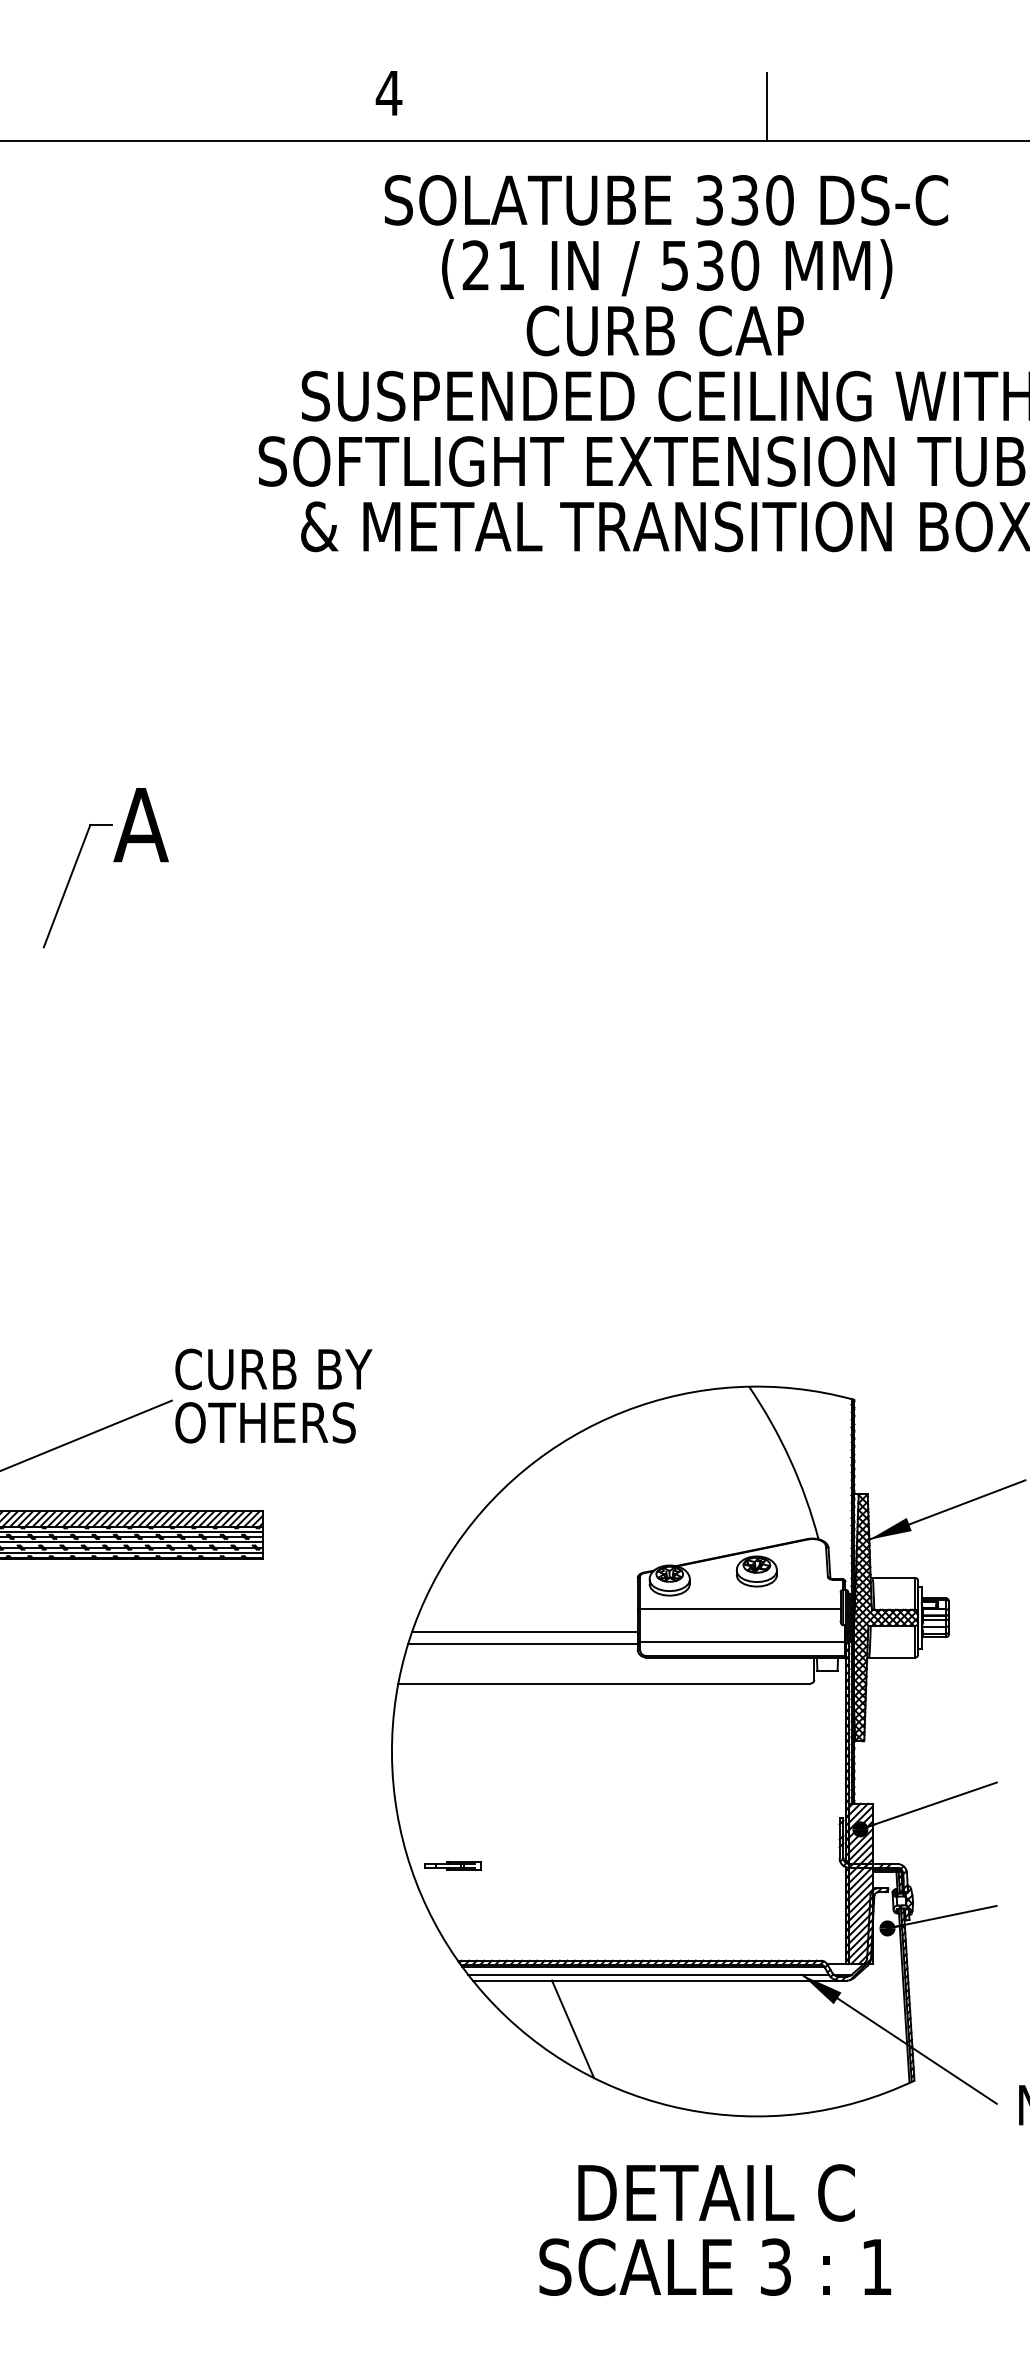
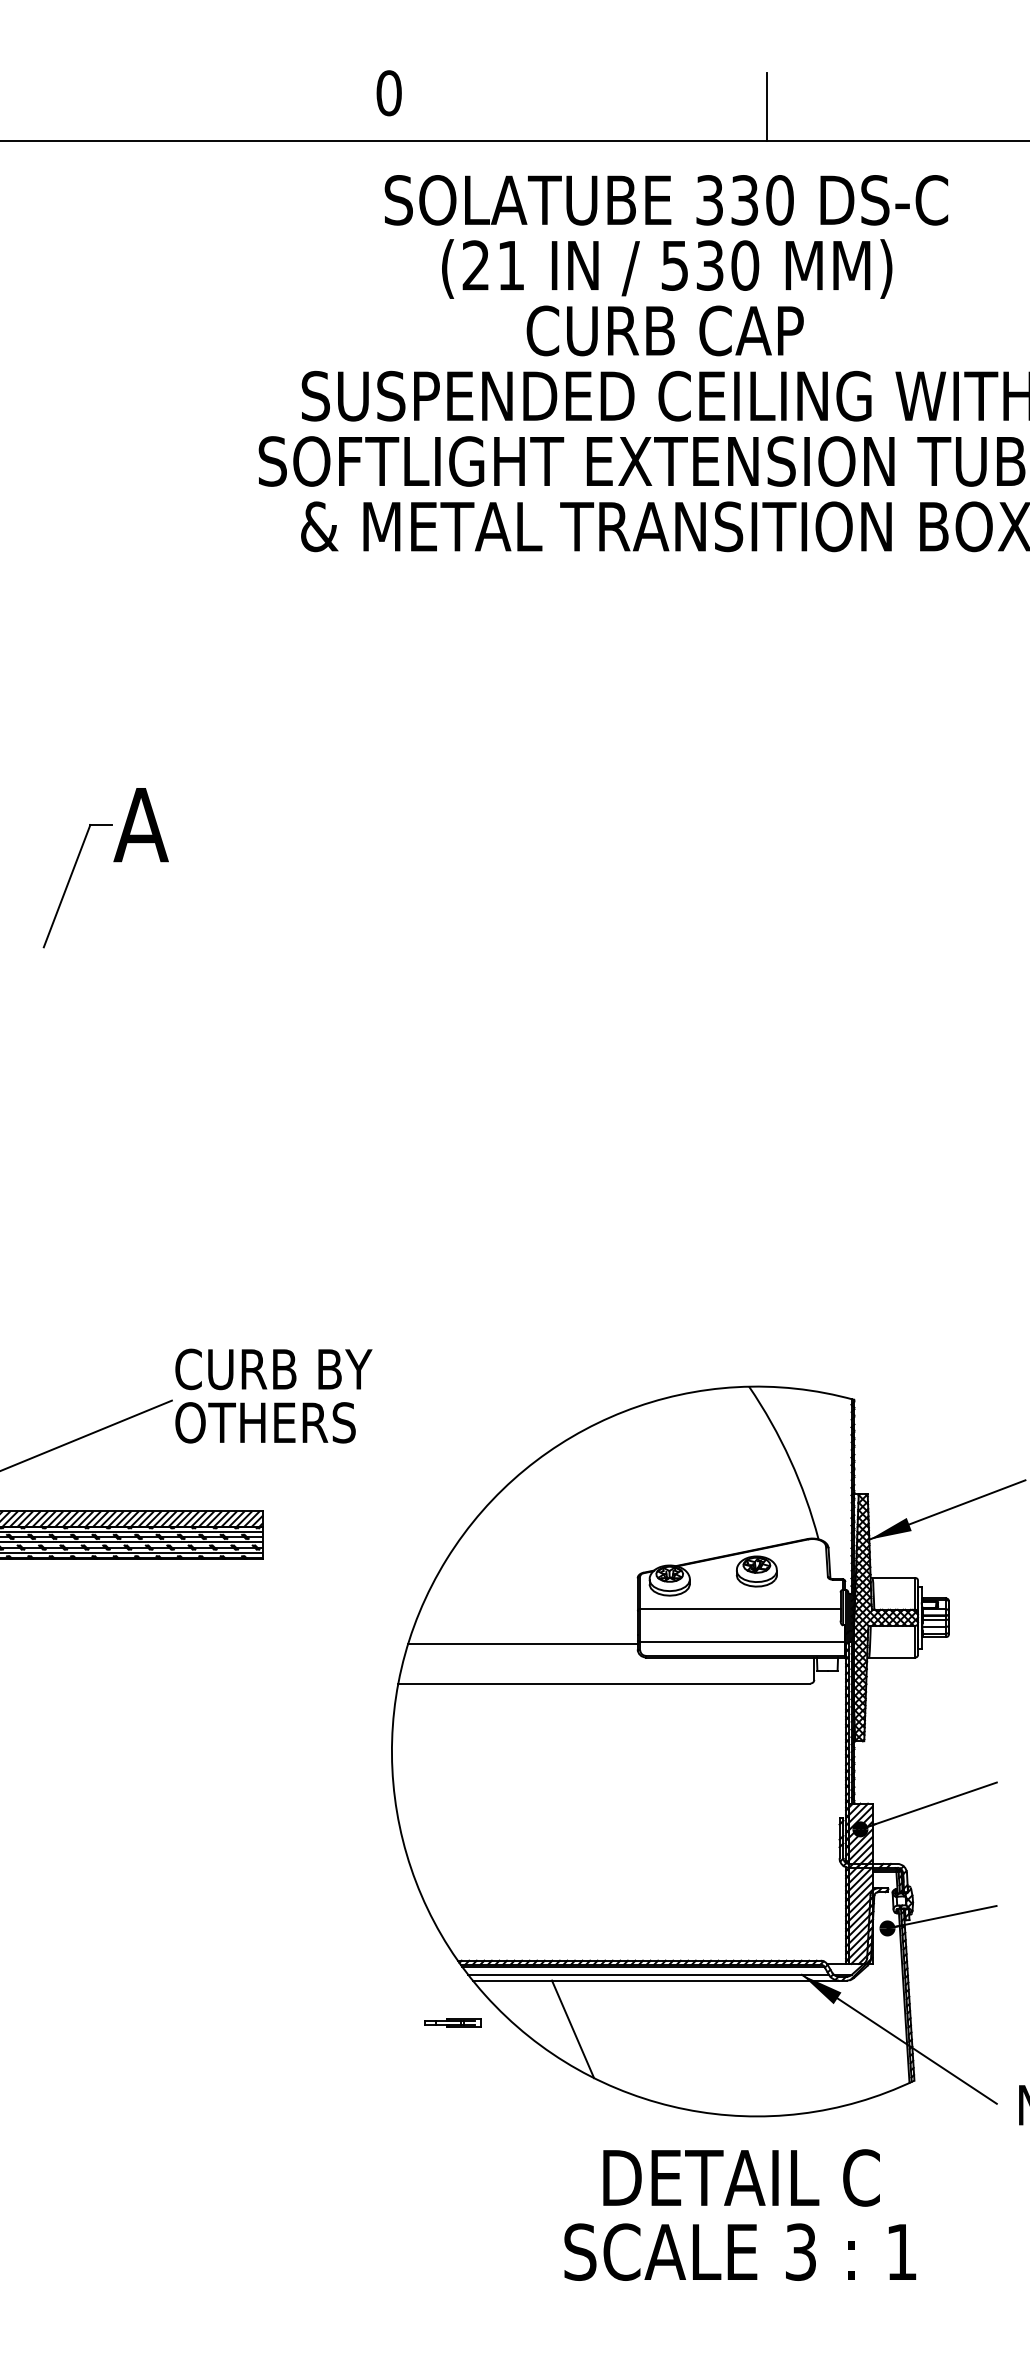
text at (388, 93): 4 -> 0
line at (524, 1632): present -> none
part at (452, 1865) position: (452, 1865) -> (452, 2022)
text at (715, 2229) position: (715, 2229) -> (740, 2214)
